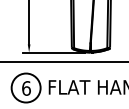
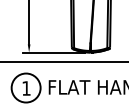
text at (26, 88): 6 -> 1
